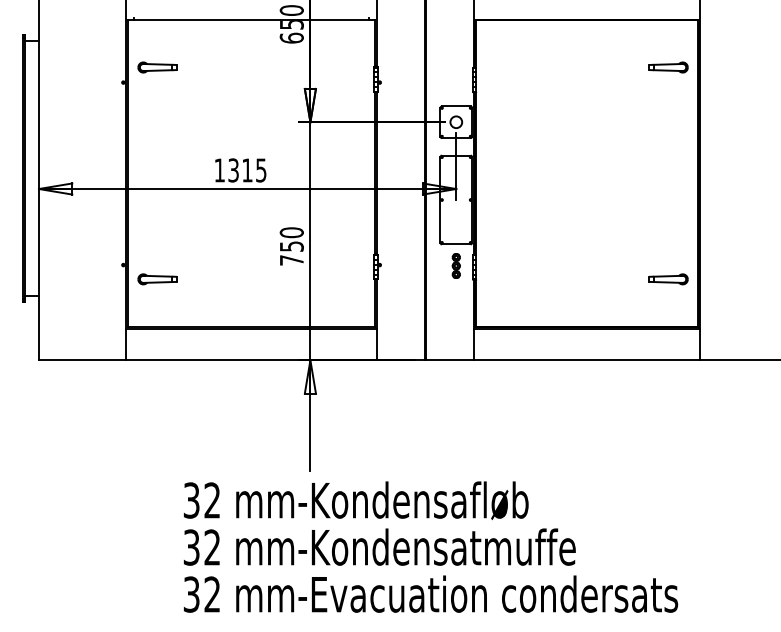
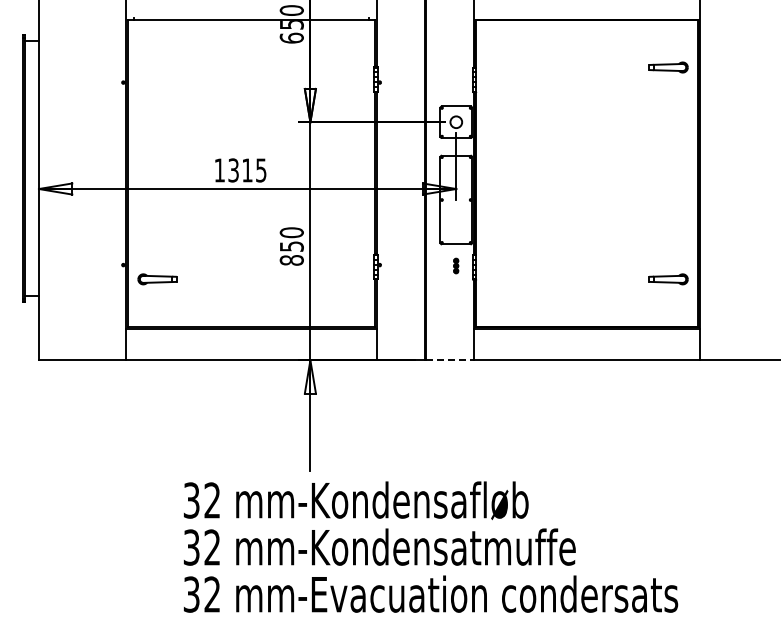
part at (157, 67): present -> none
text at (291, 260): 750 -> 850
part at (455, 265) size: 10x26 px -> 7x18 px
line at (449, 360): solid -> dashed
